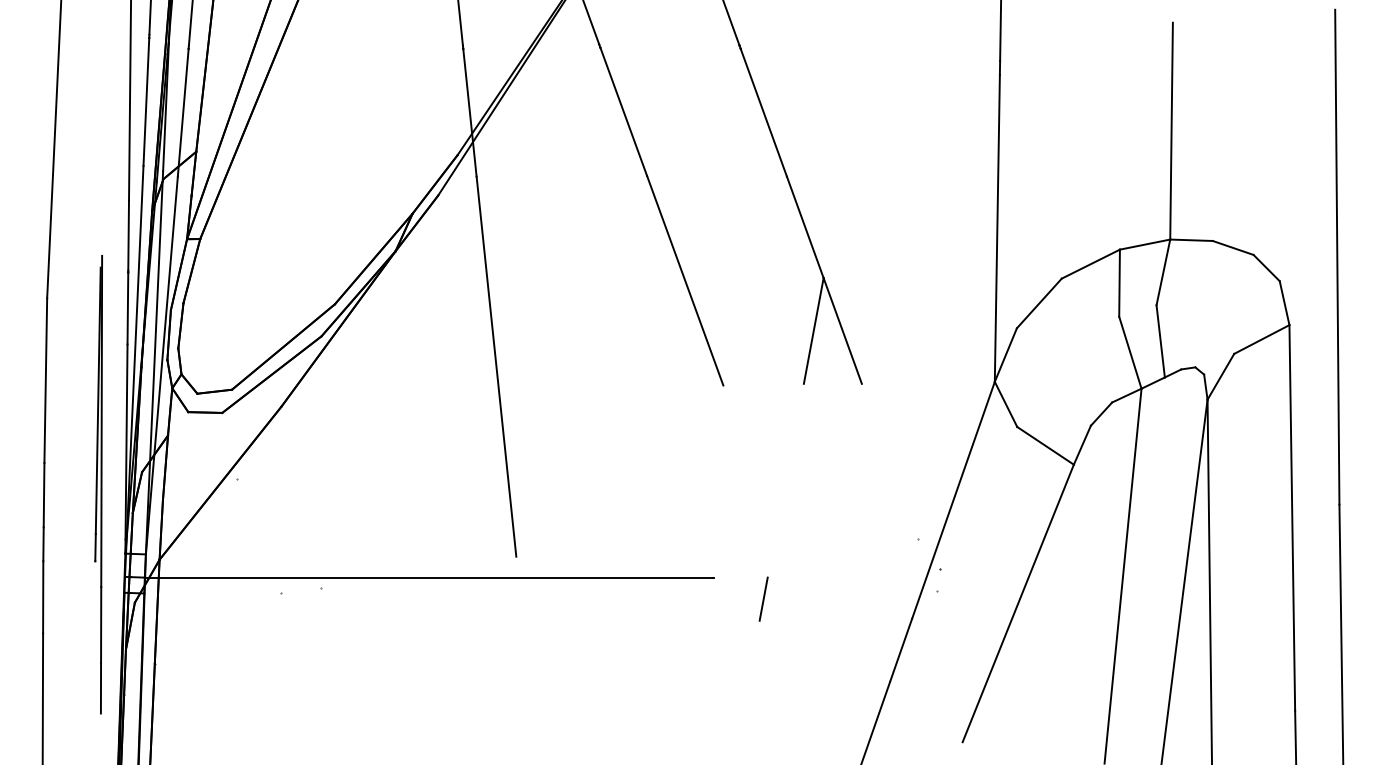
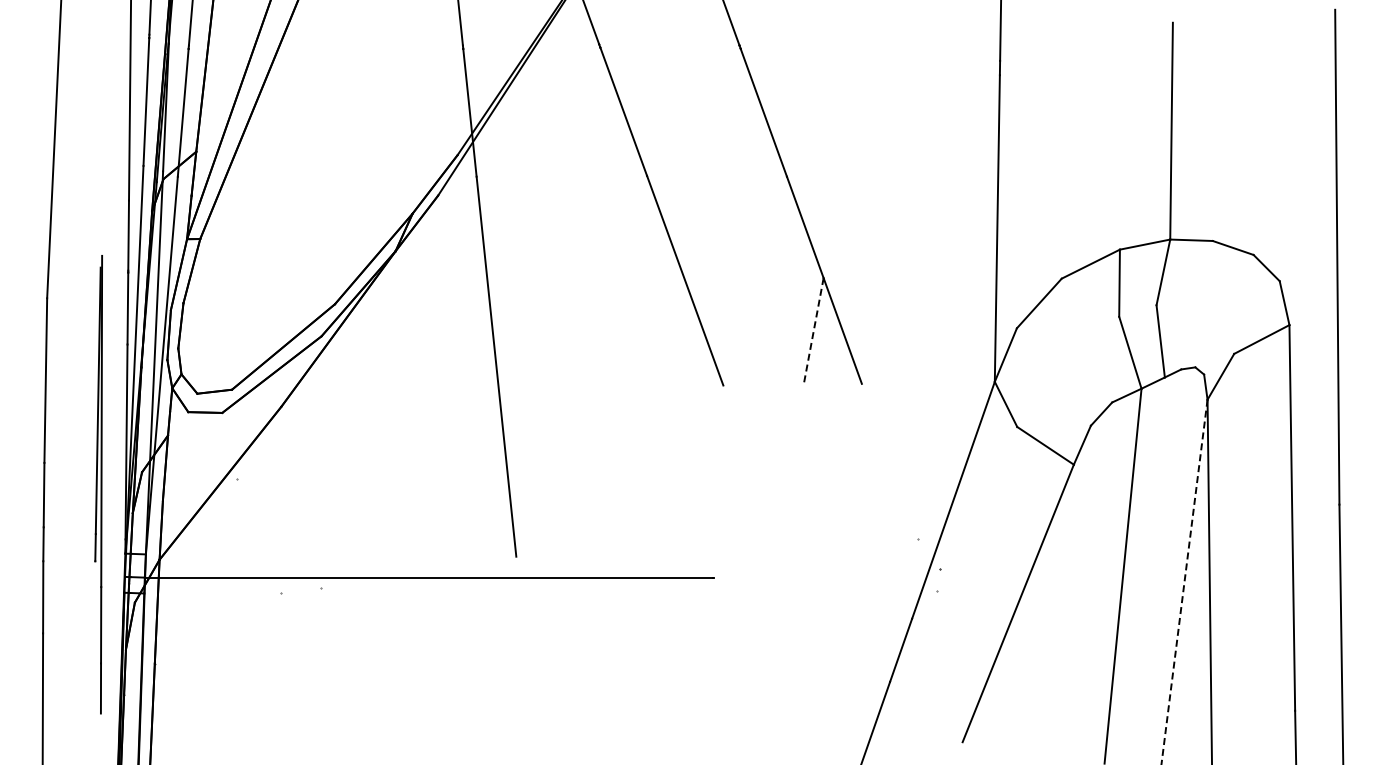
line at (813, 330): solid -> dashed
line at (1184, 581): solid -> dashed
line at (763, 598): present -> none
